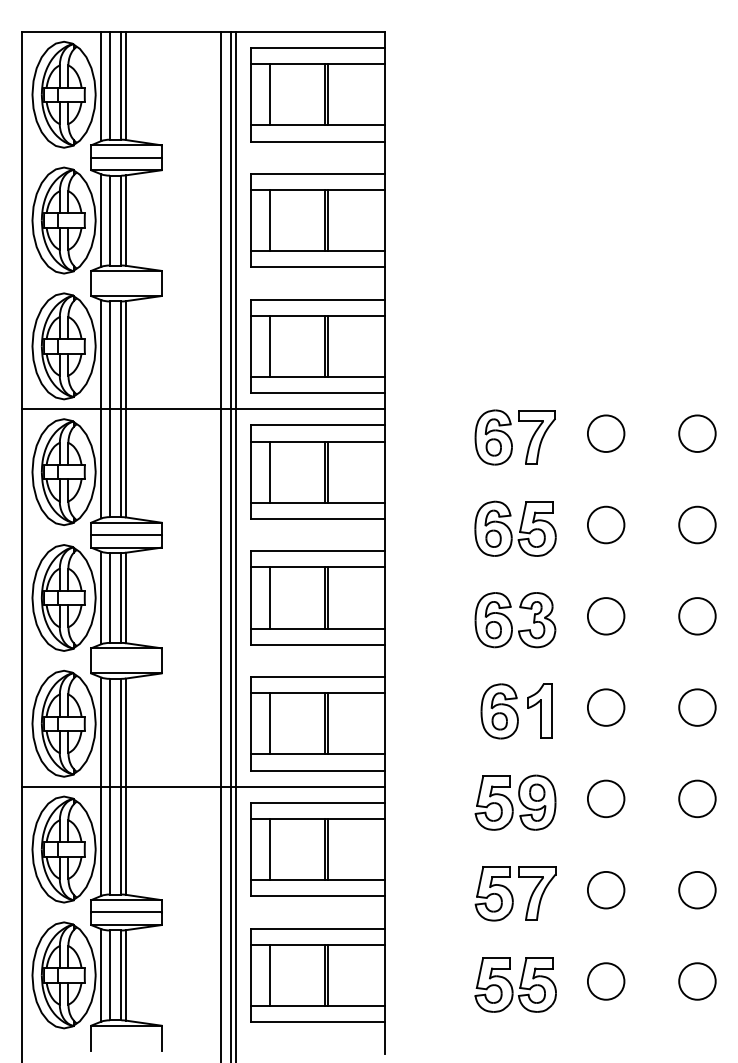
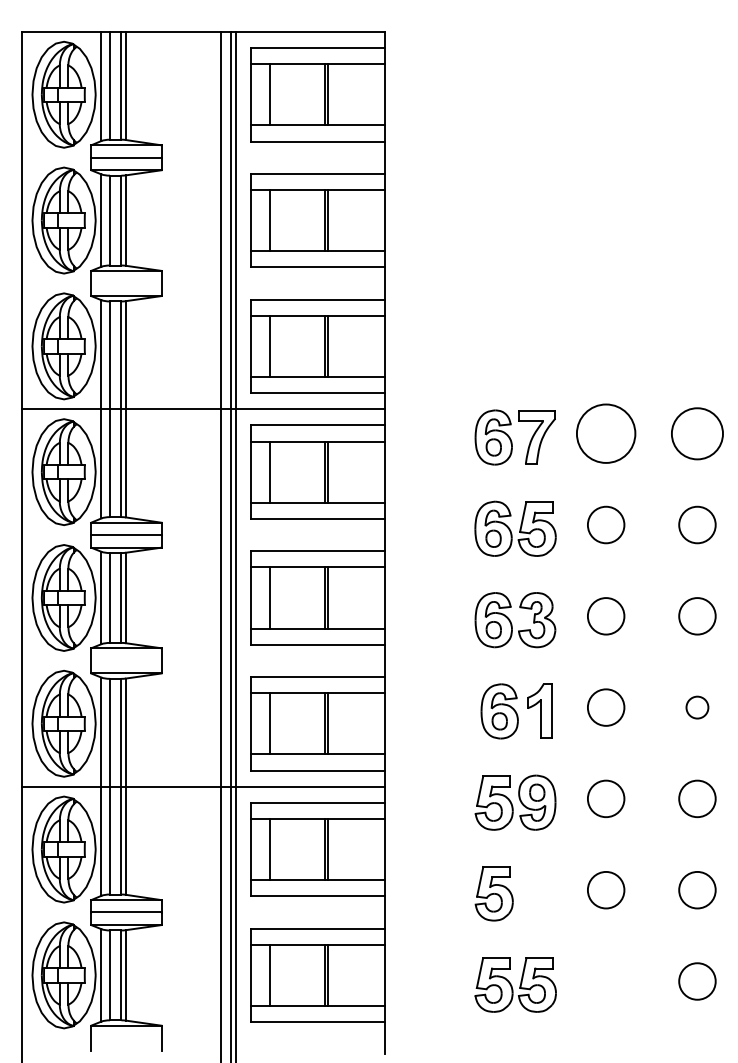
circle at (605, 433) diameter: 37 px -> 58 px
circle at (697, 433) size: 39x39 px -> 53x54 px
circle at (697, 707) diameter: 37 px -> 22 px
part at (537, 893): present -> none
circle at (606, 981): present -> none
